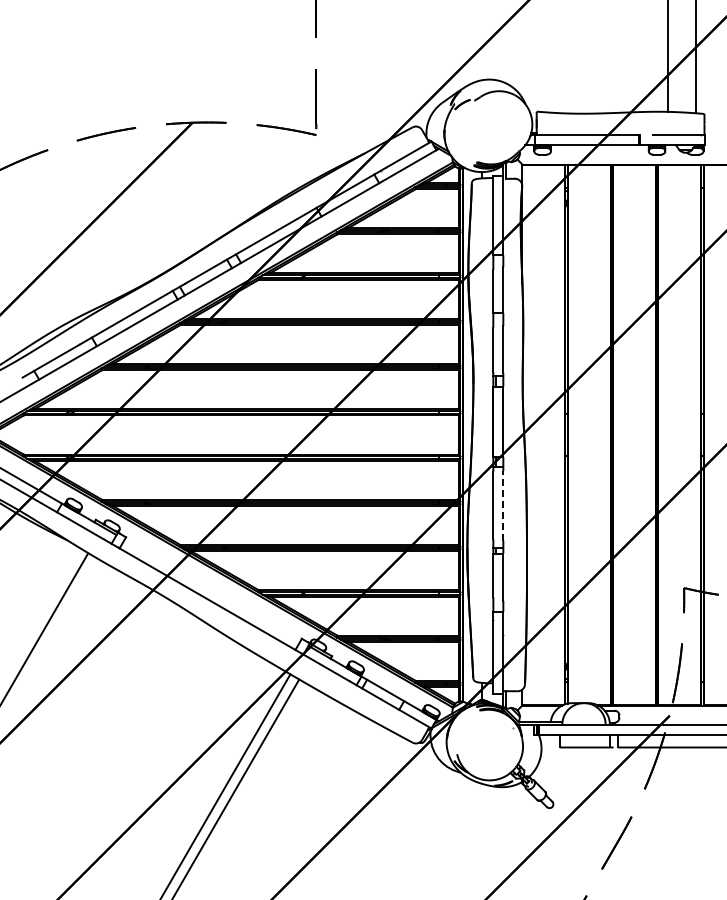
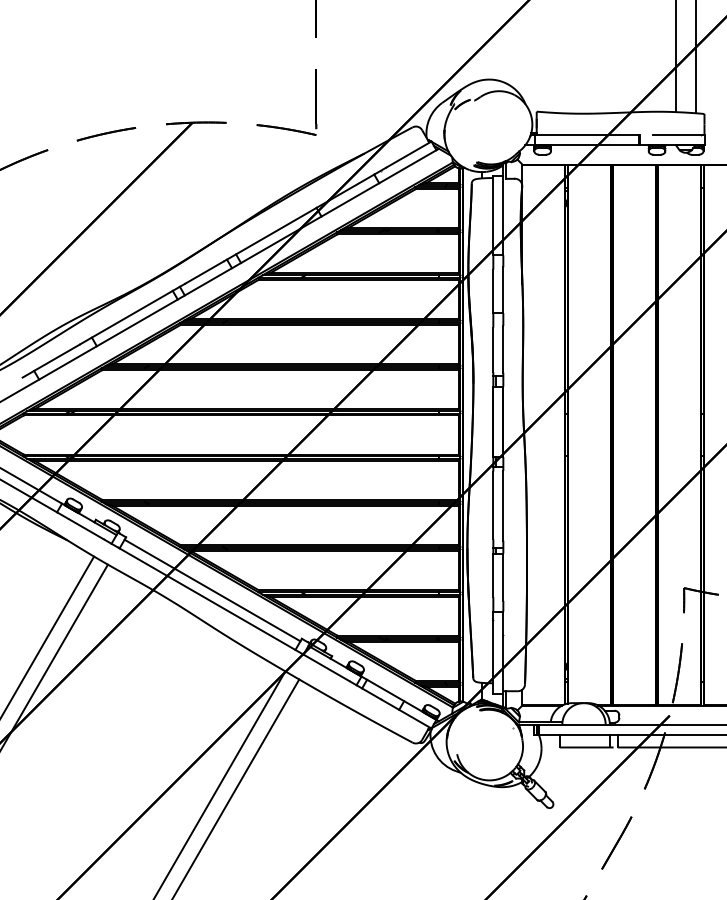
line at (667, 57) position: (667, 57) -> (675, 57)
line at (503, 505): dashed -> solid
line at (212, 590): none -> present
line at (45, 627) position: (45, 627) -> (48, 636)
line at (54, 655): none -> present
line at (226, 785) position: (226, 785) -> (220, 783)
